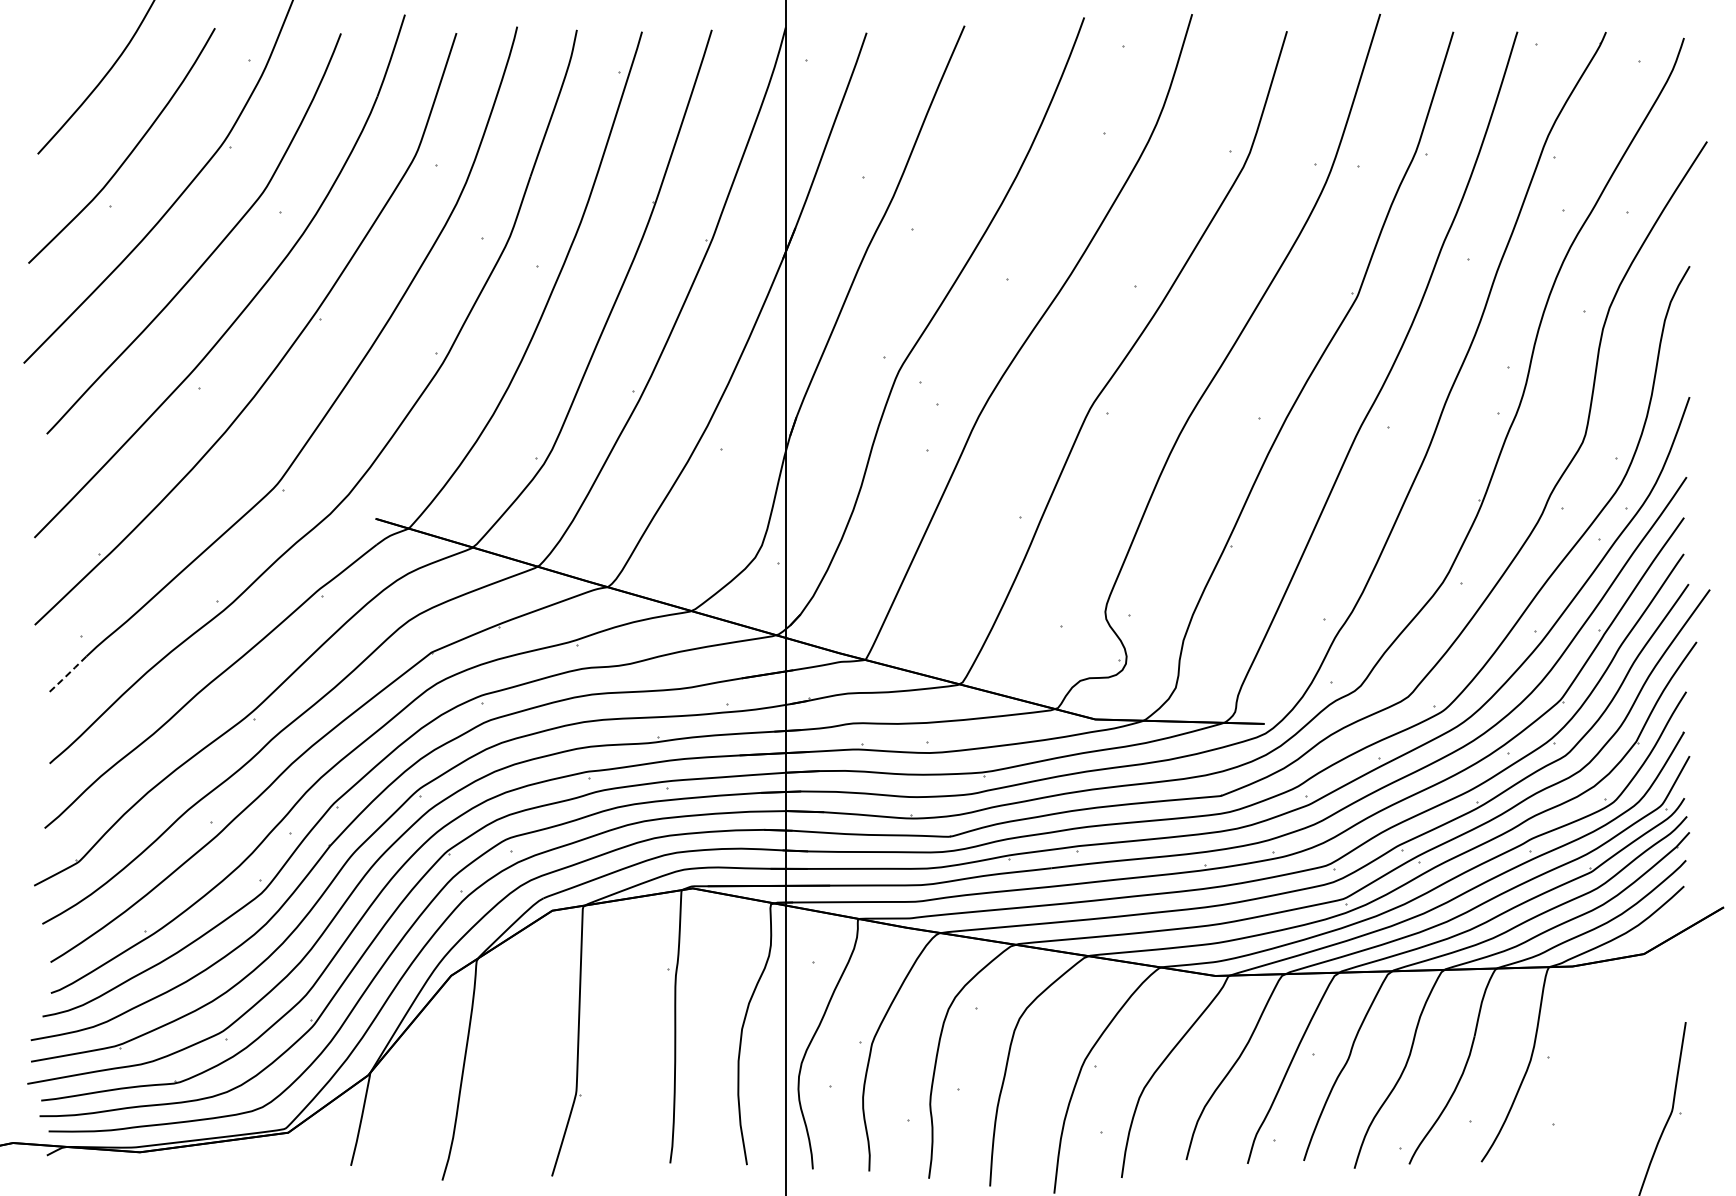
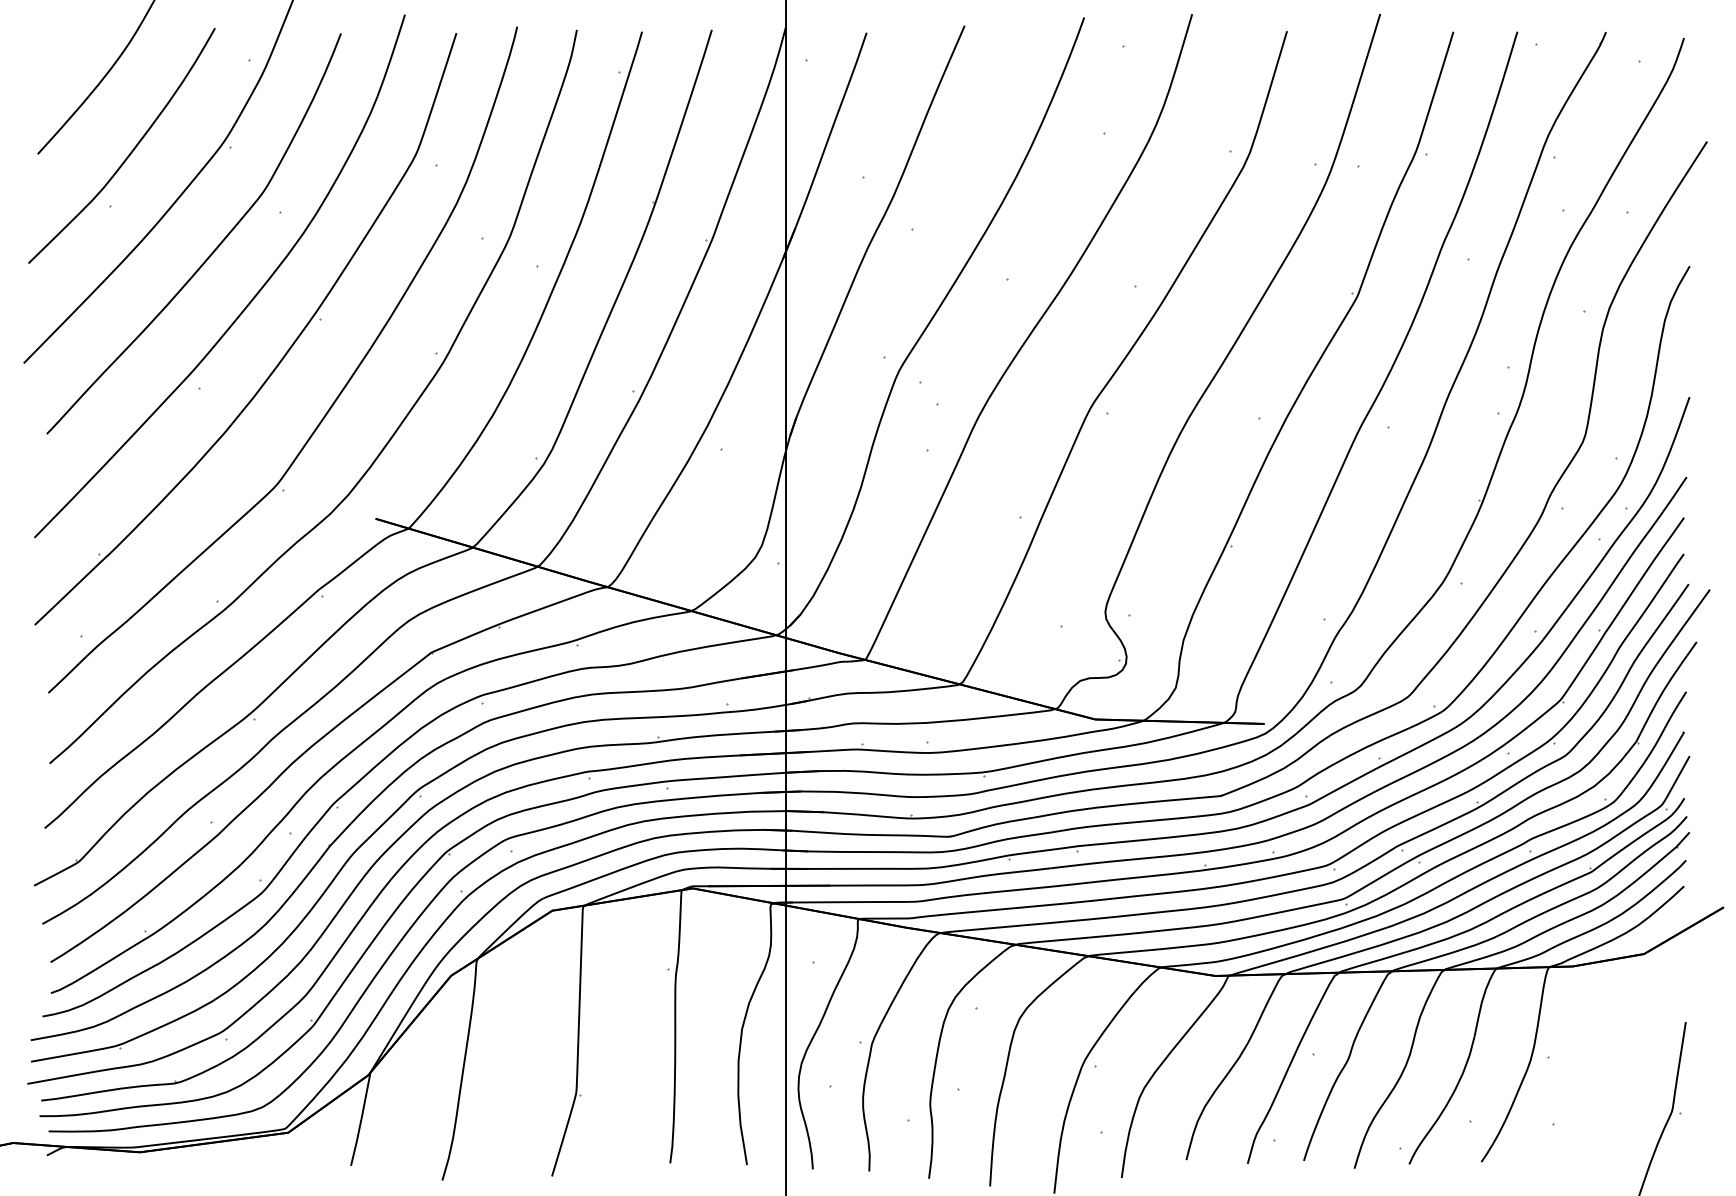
line at (67, 675): dashed -> solid
